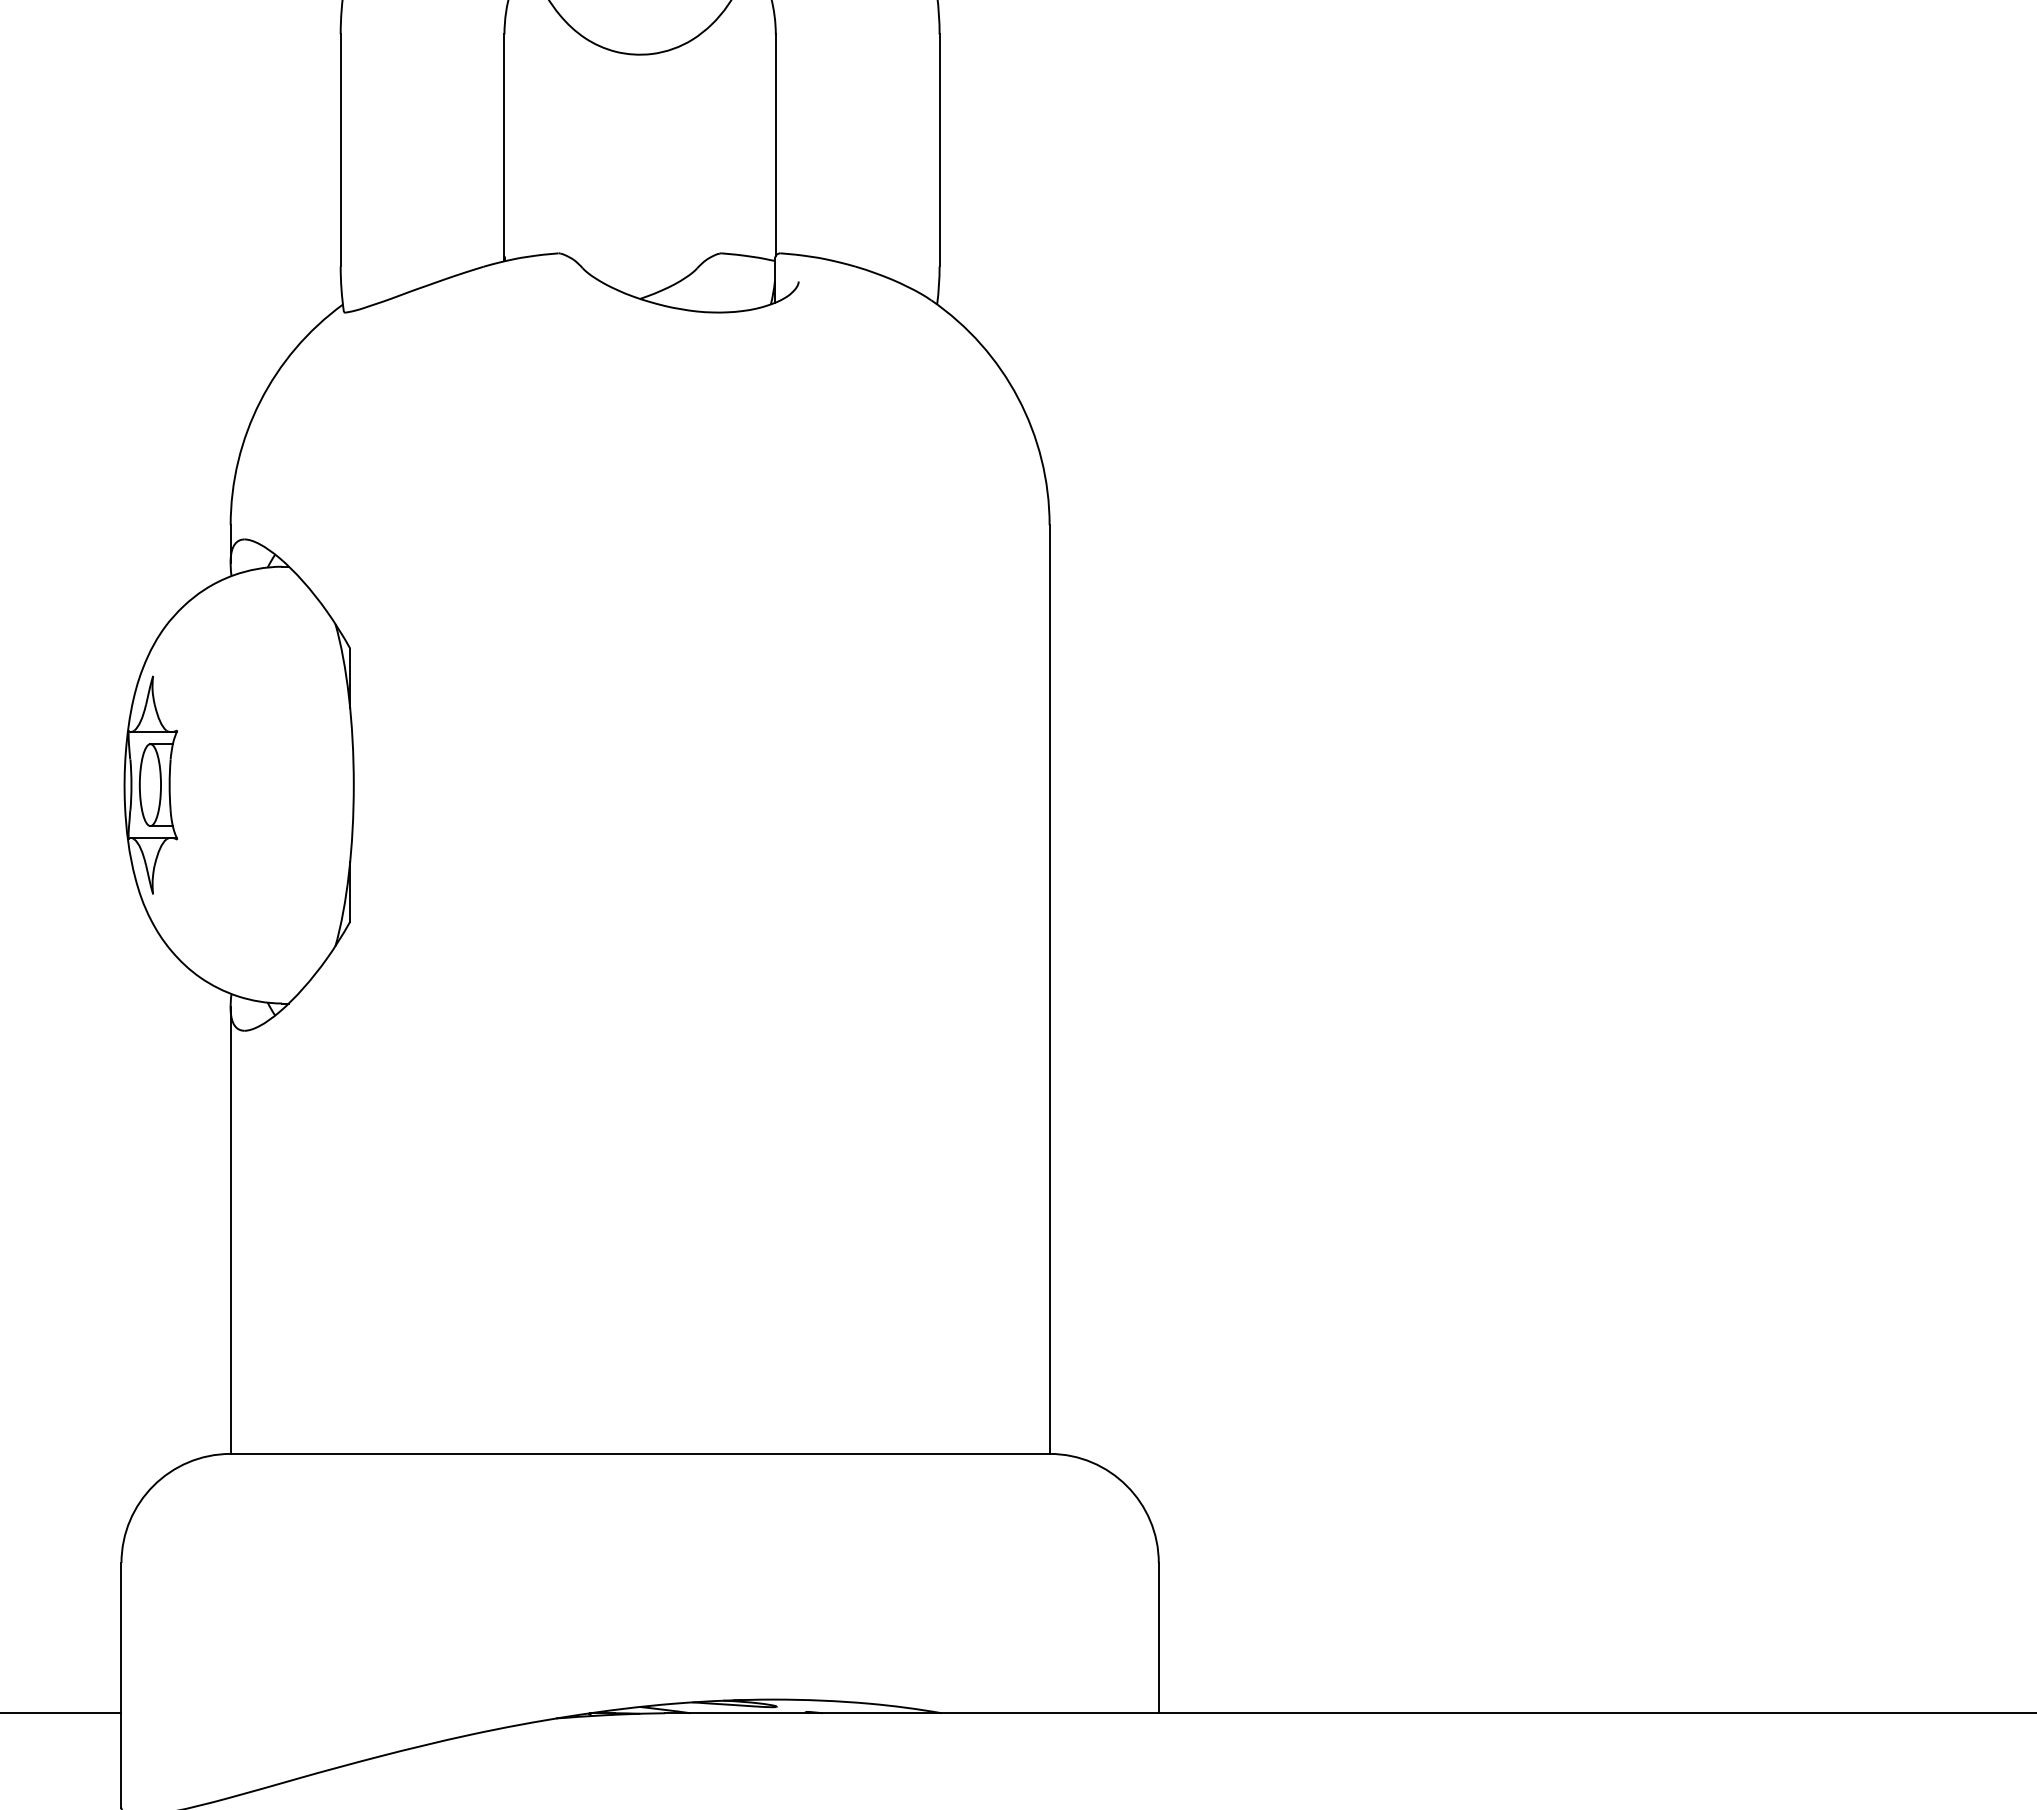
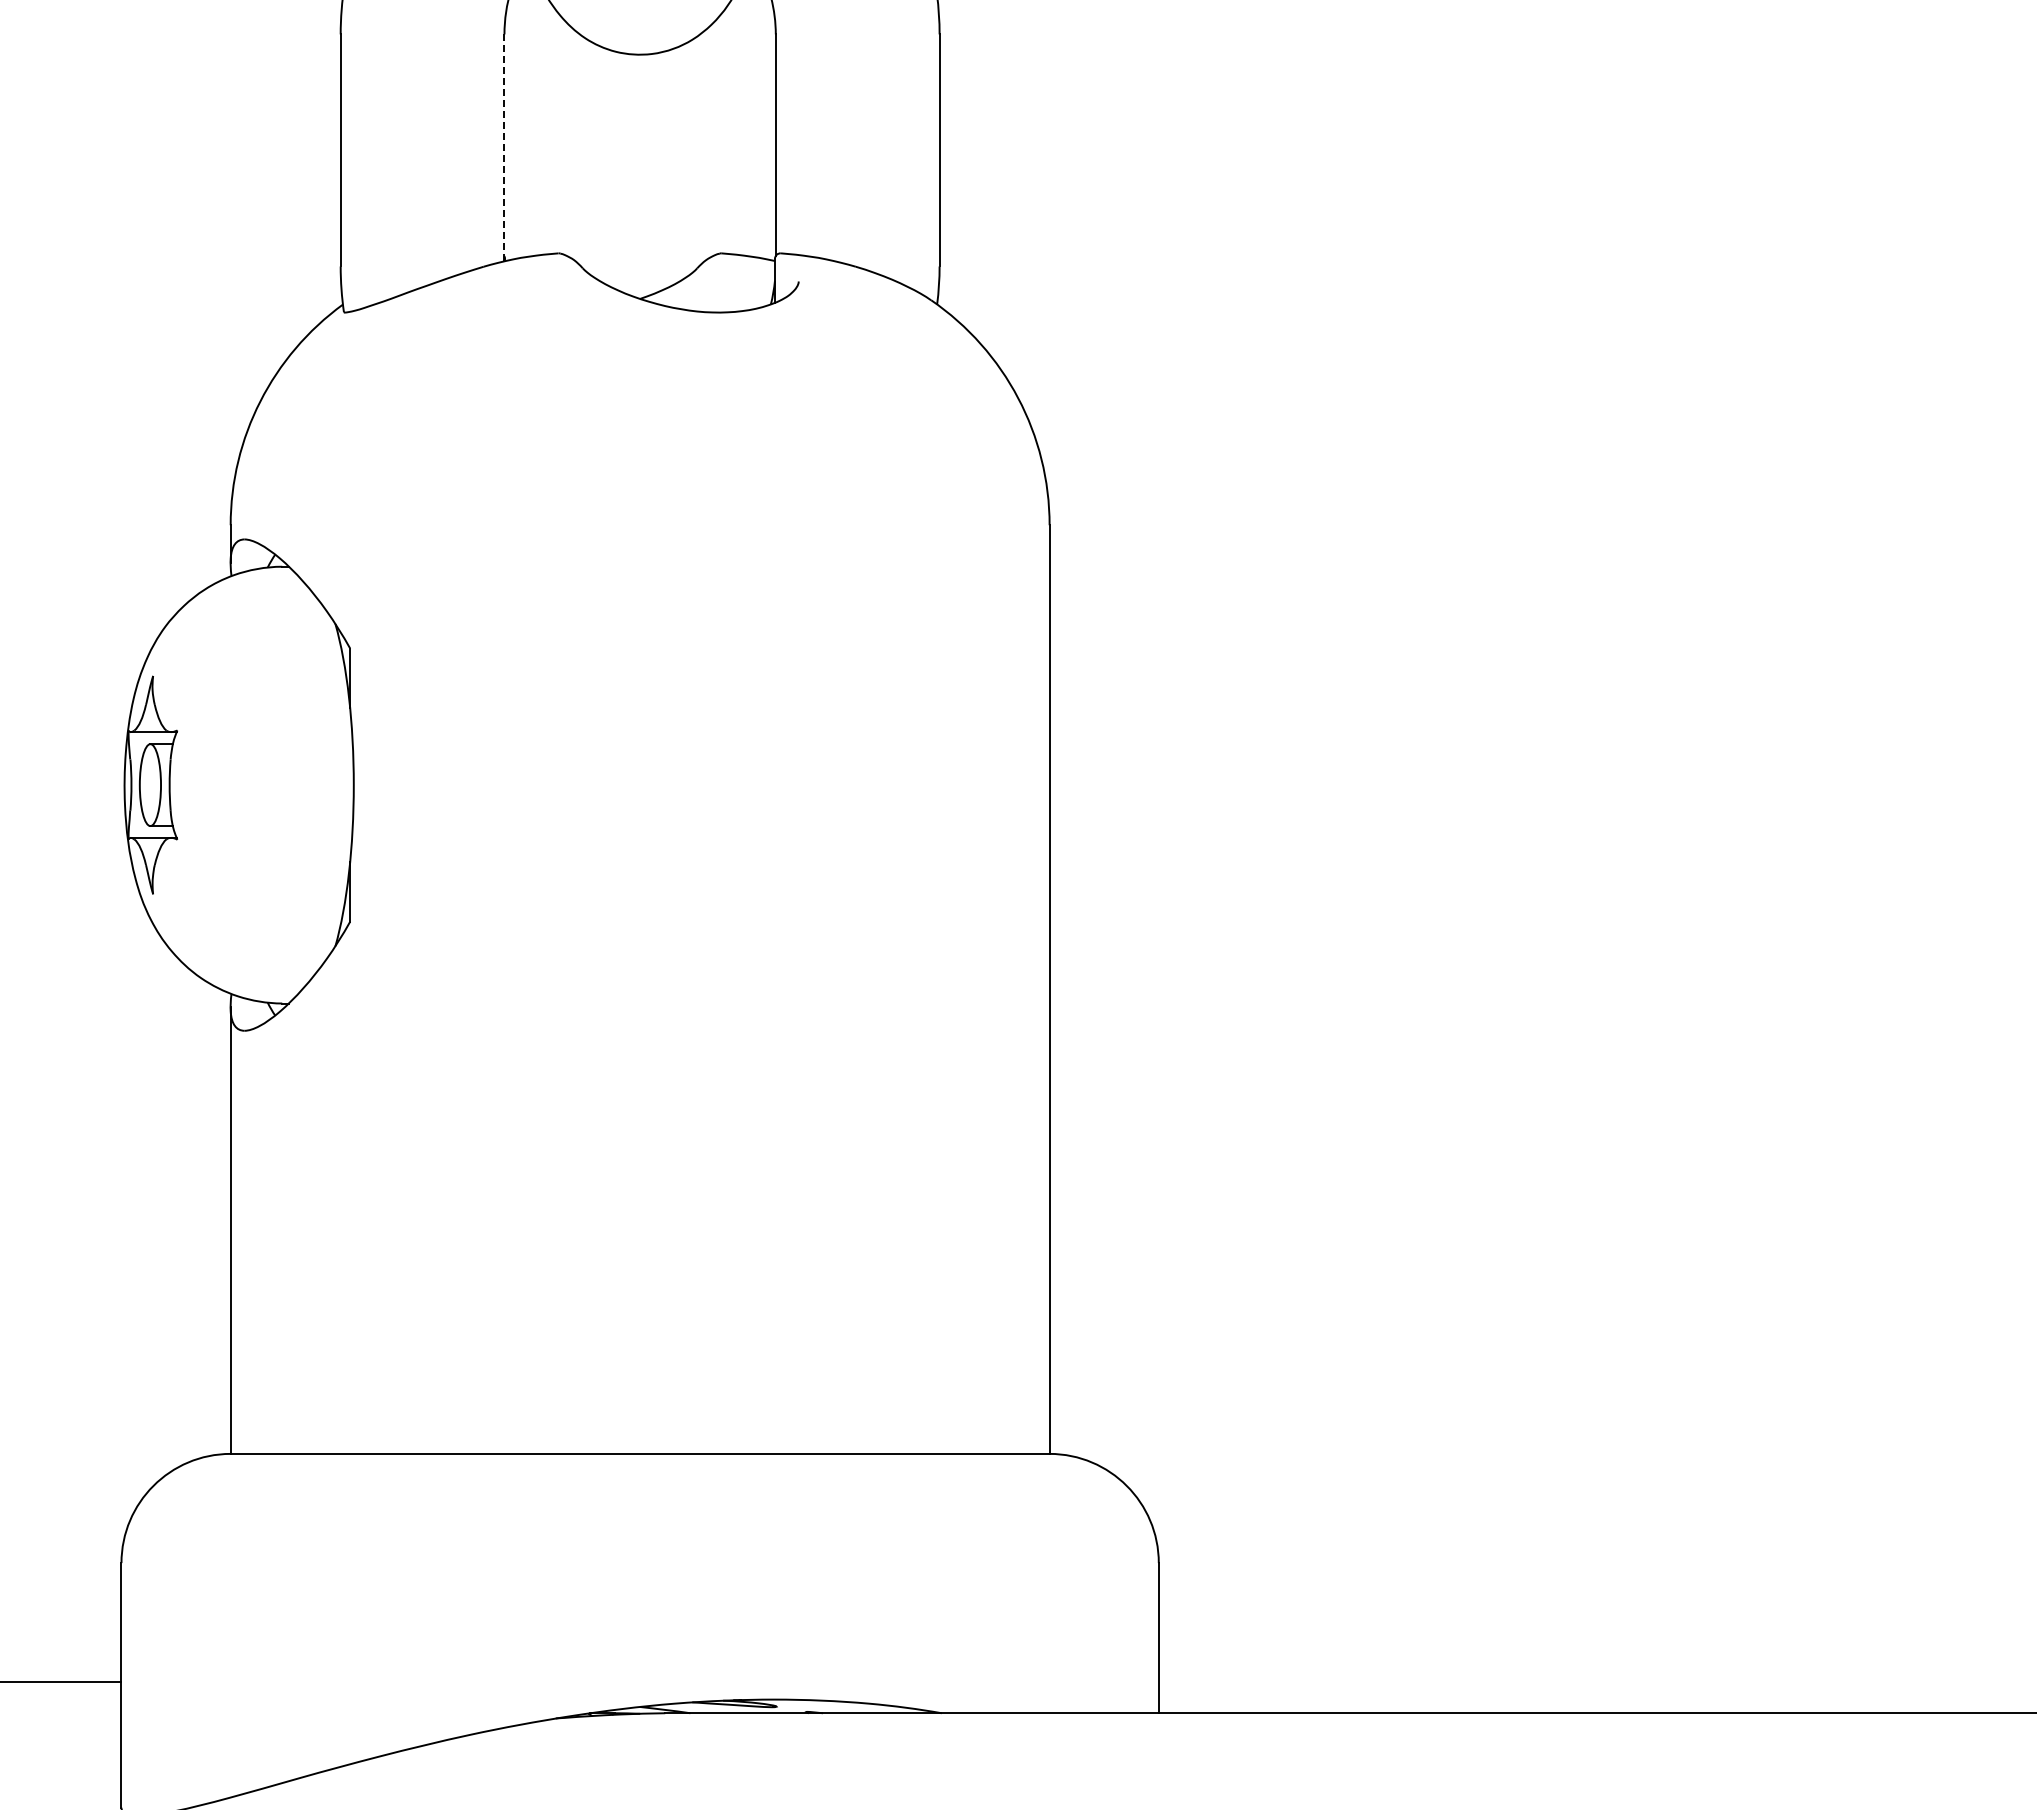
line at (504, 147): solid -> dashed
line at (61, 1713) position: (61, 1713) -> (61, 1682)
